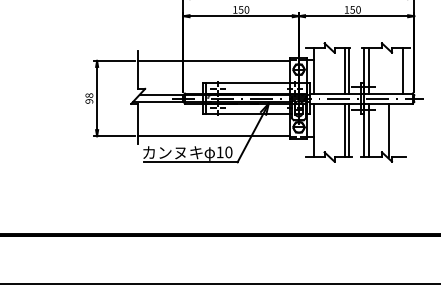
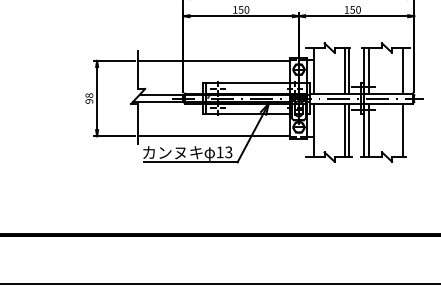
line at (388, 130) position: (388, 130) -> (402, 130)
text at (228, 152): 10 -> 13
